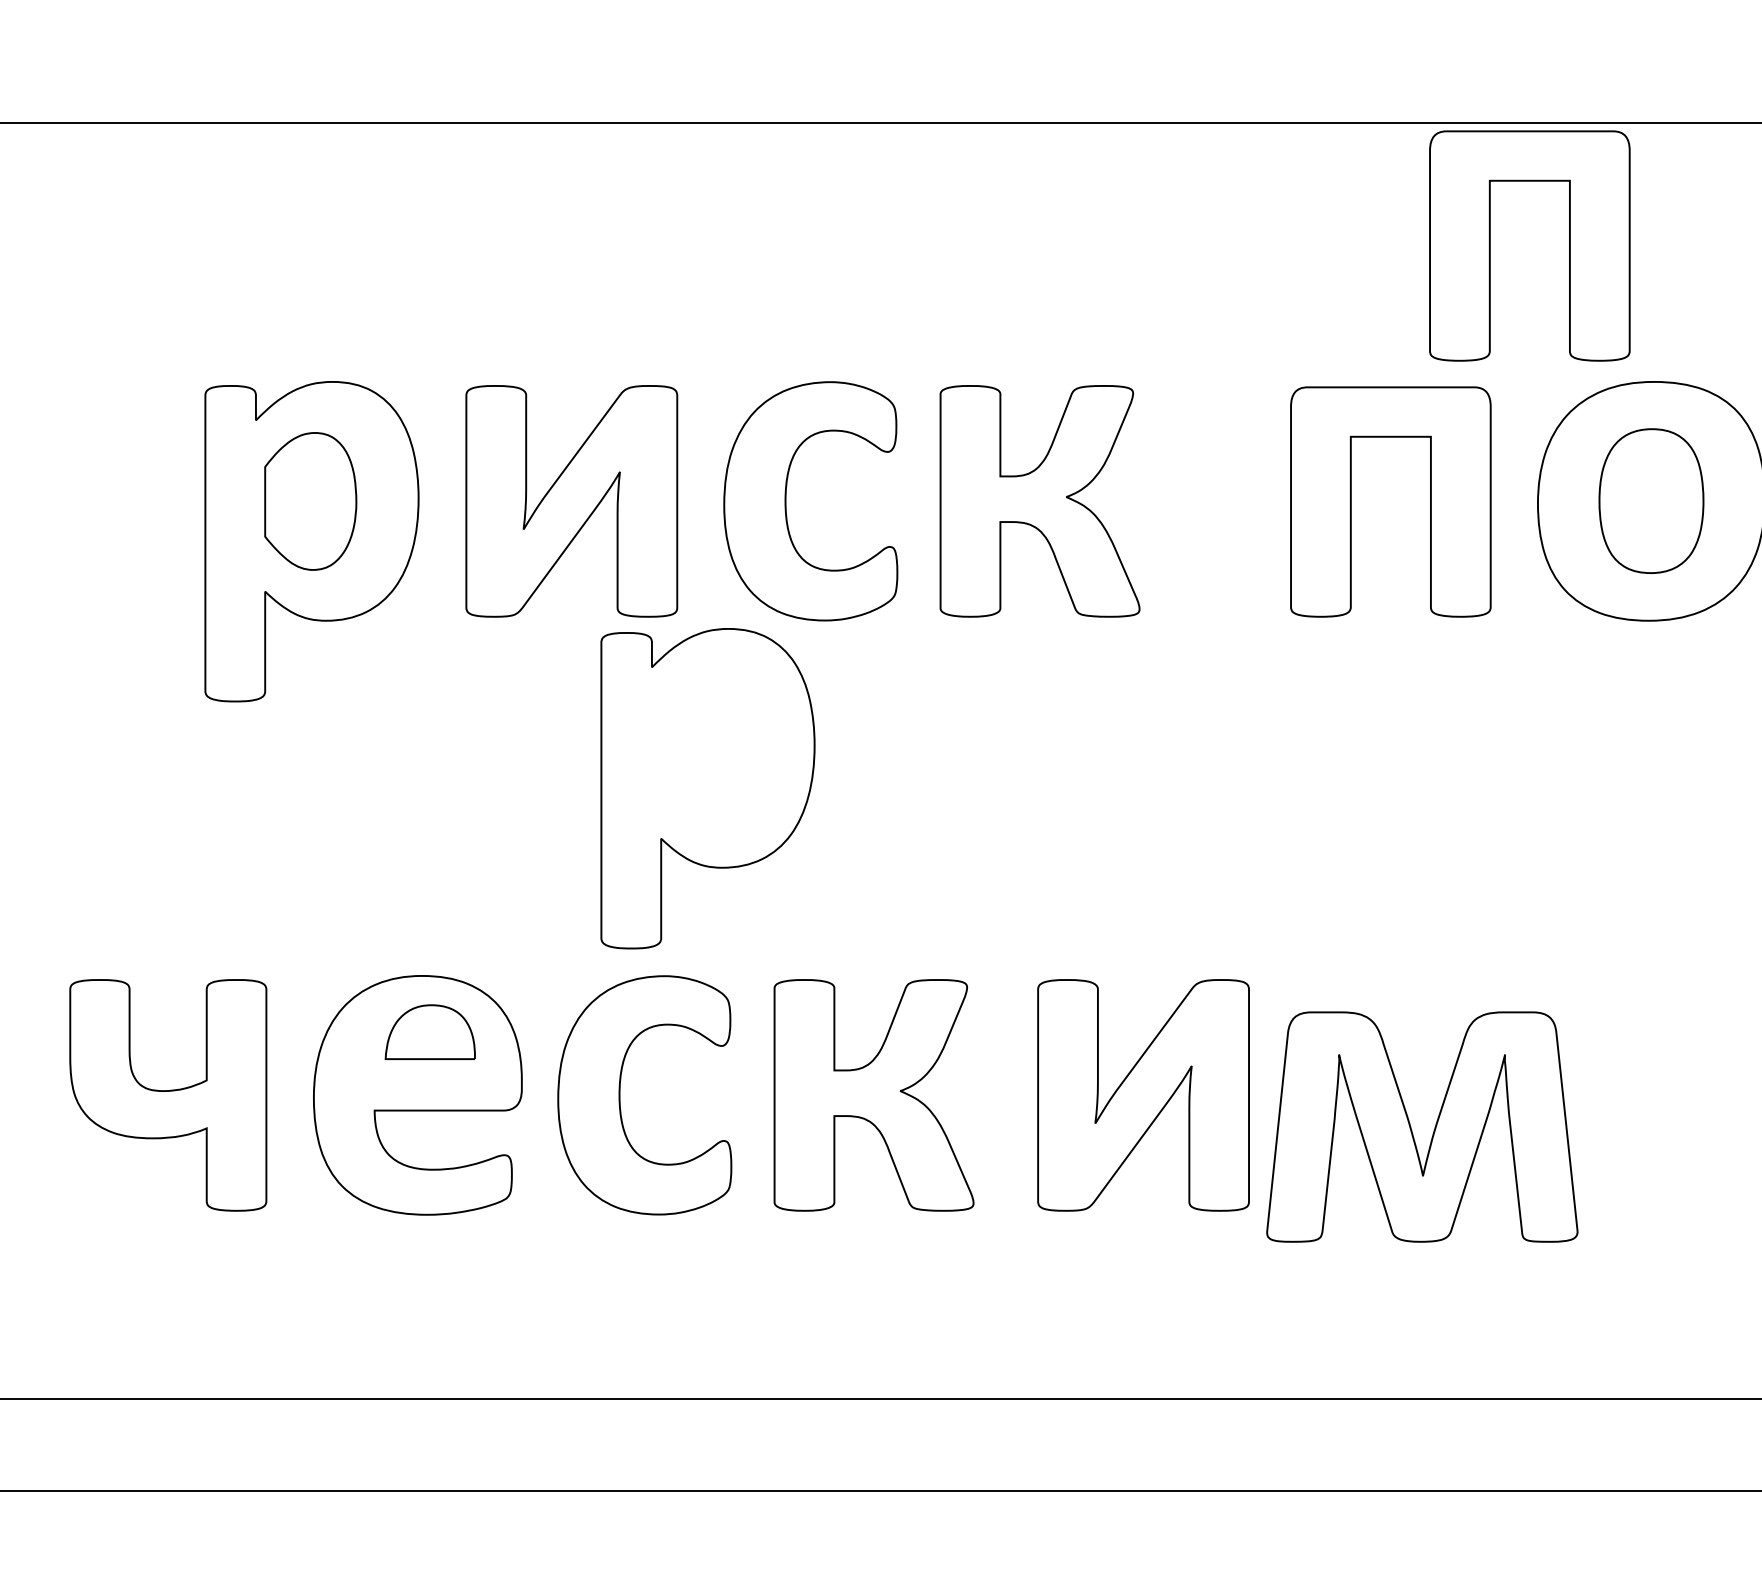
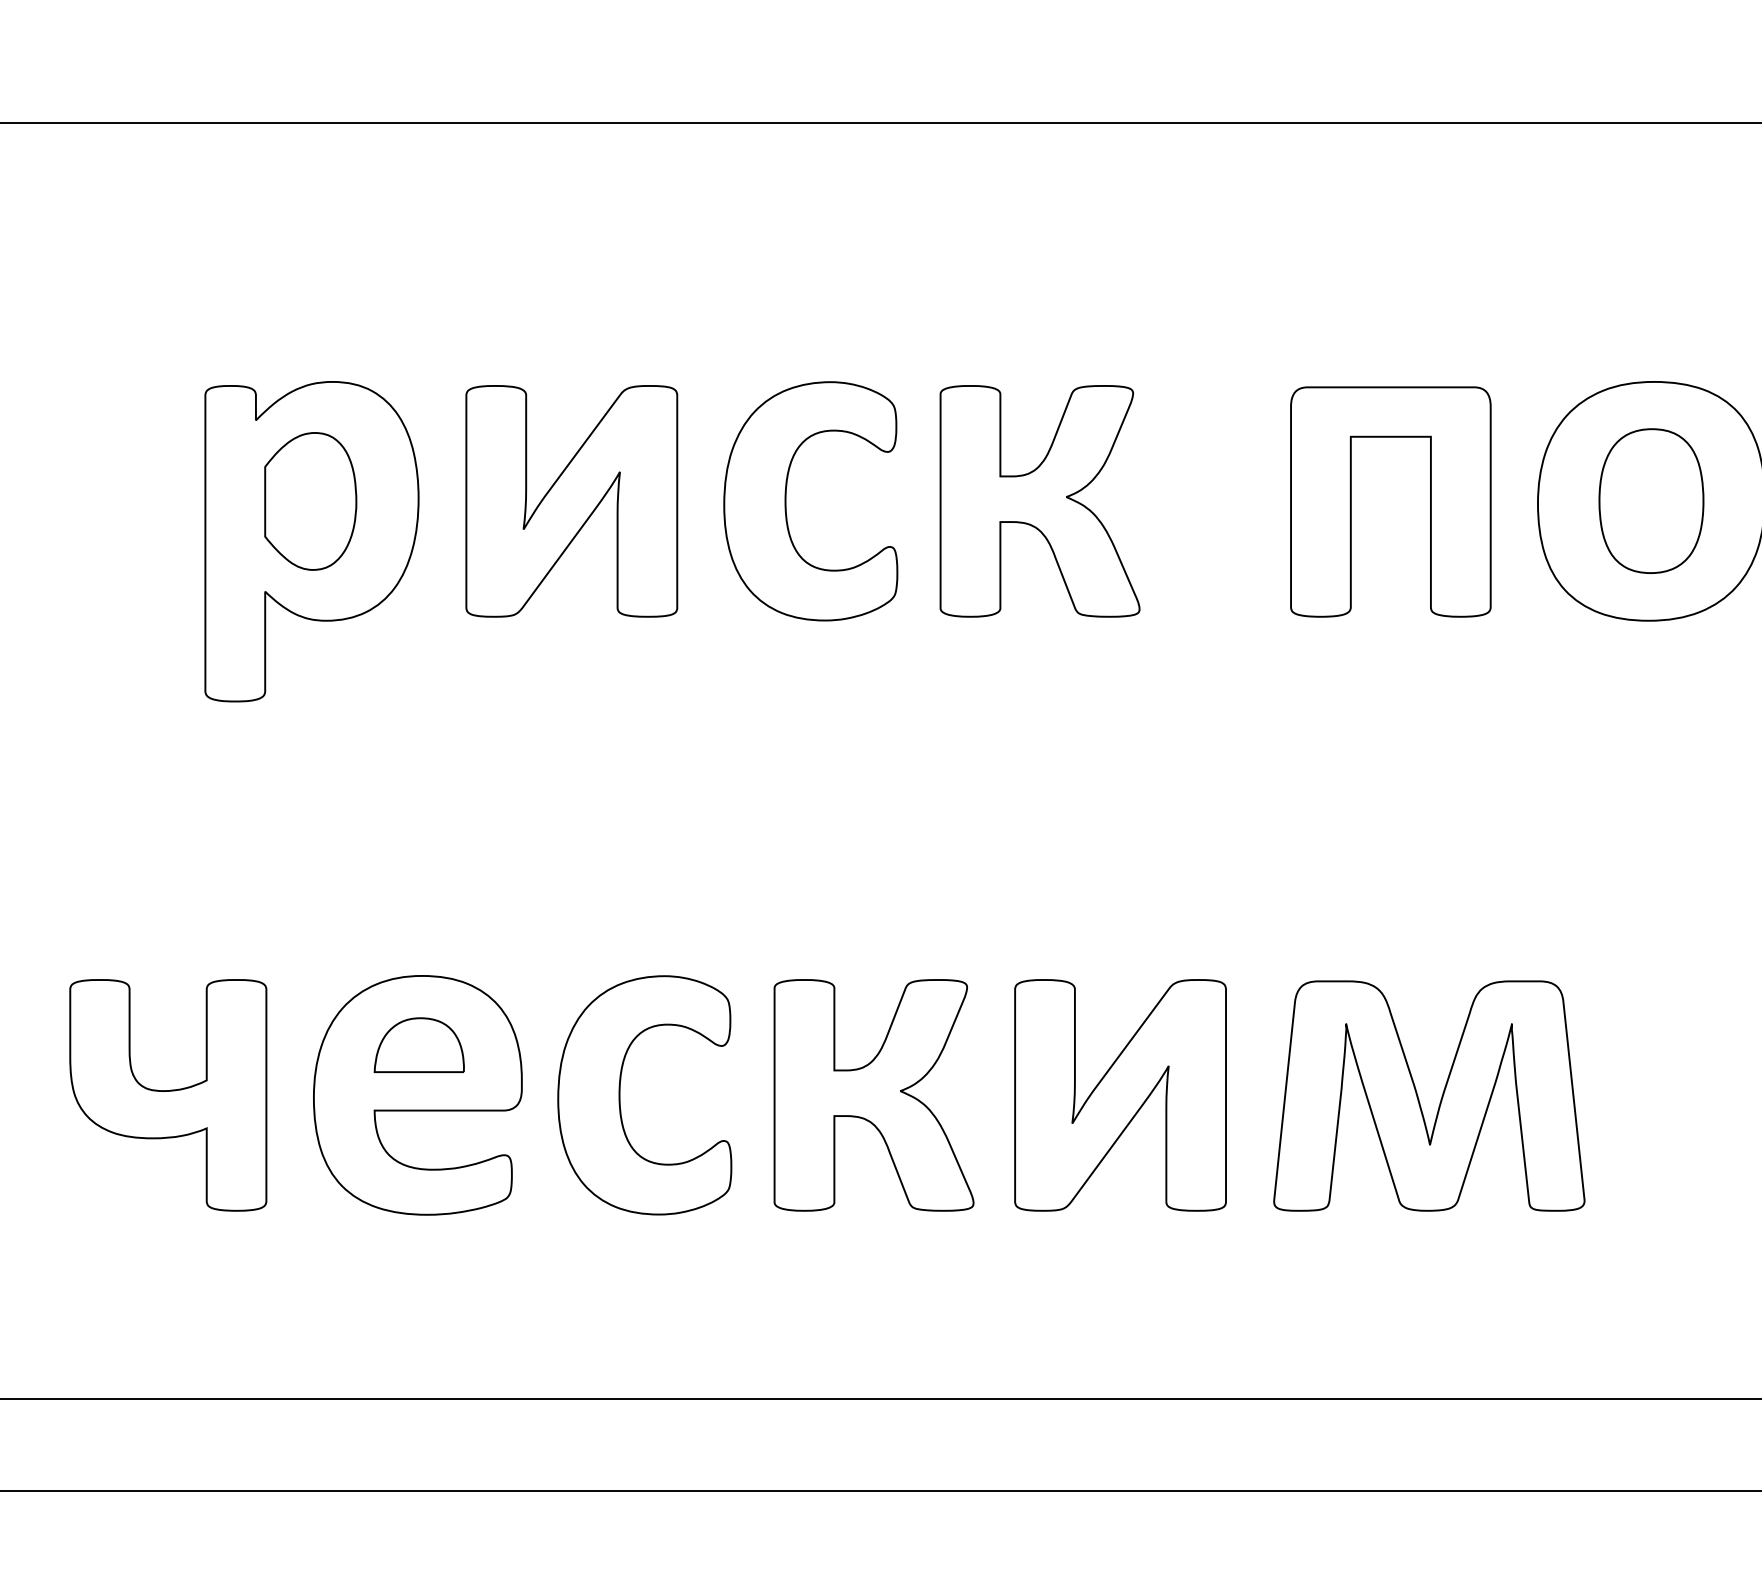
part at (1490, 245): present -> none
part at (707, 788): present -> none
part at (429, 1031) position: (429, 1031) -> (418, 1044)
part at (1143, 1095) position: (1143, 1095) -> (1120, 1095)
part at (1412, 1130) position: (1412, 1130) -> (1419, 1099)
